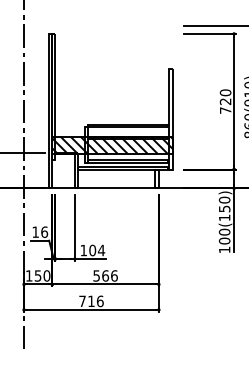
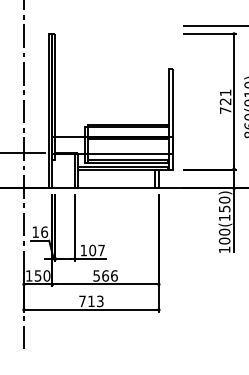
text at (225, 92): 720 -> 721
hatch at (112, 144): present -> none
text at (101, 250): 104 -> 107
text at (99, 301): 716 -> 713
